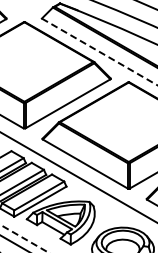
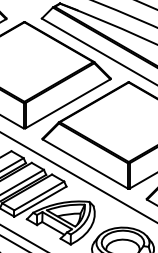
line at (99, 52): dashed -> solid
line at (24, 238): dashed -> solid
